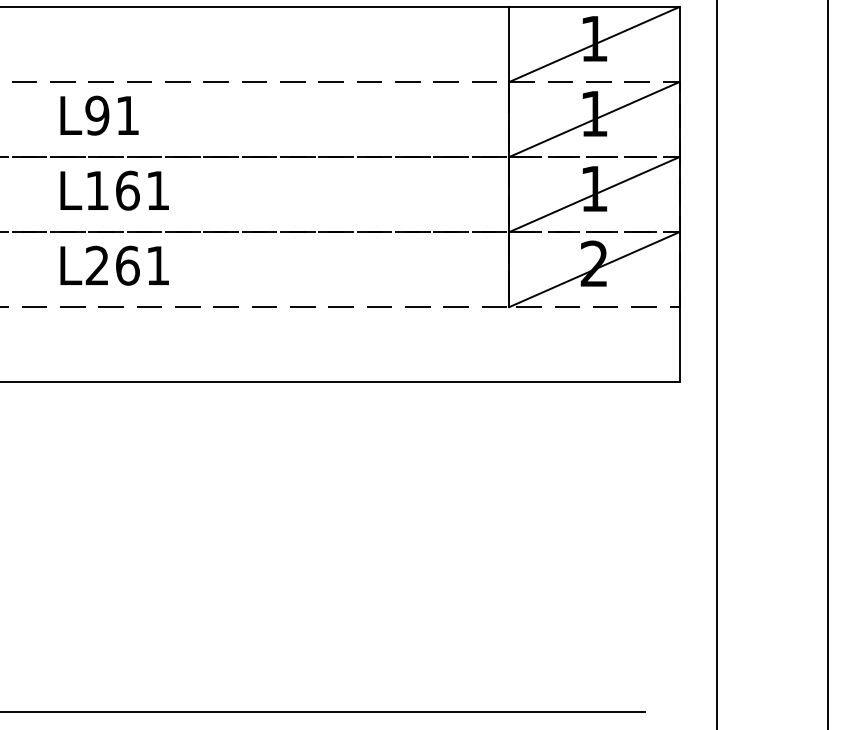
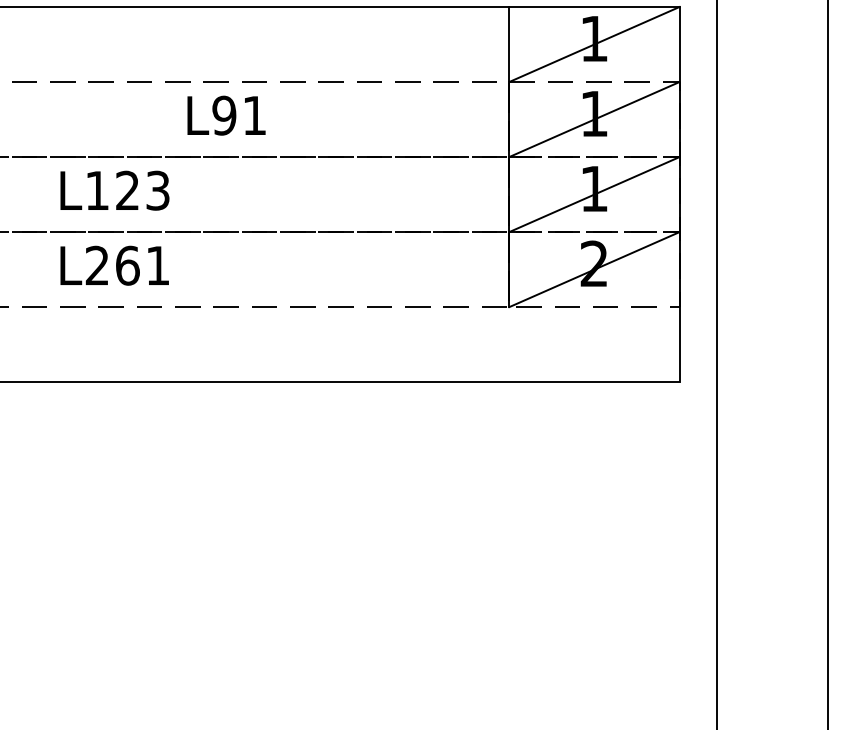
text at (99, 115) position: (99, 115) -> (226, 115)
text at (142, 190): L161 -> L123
line at (323, 711): present -> none
